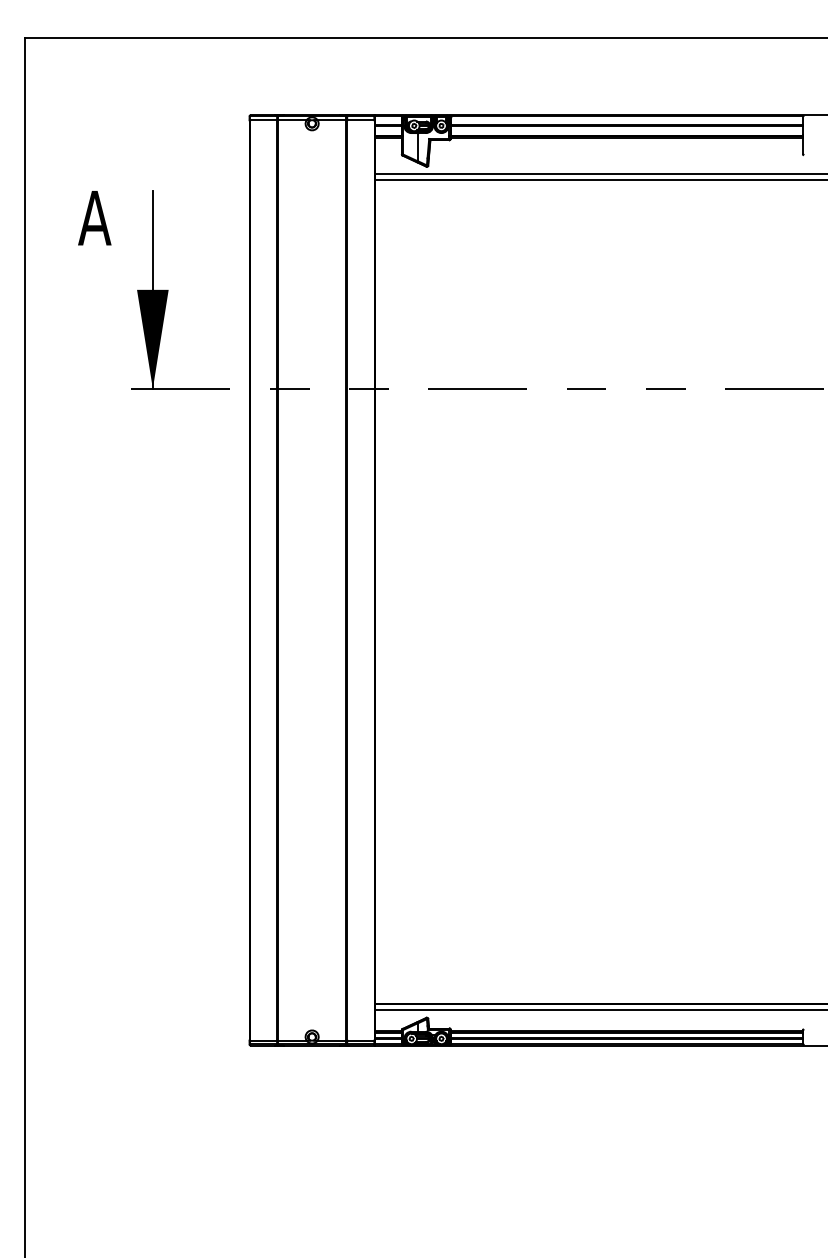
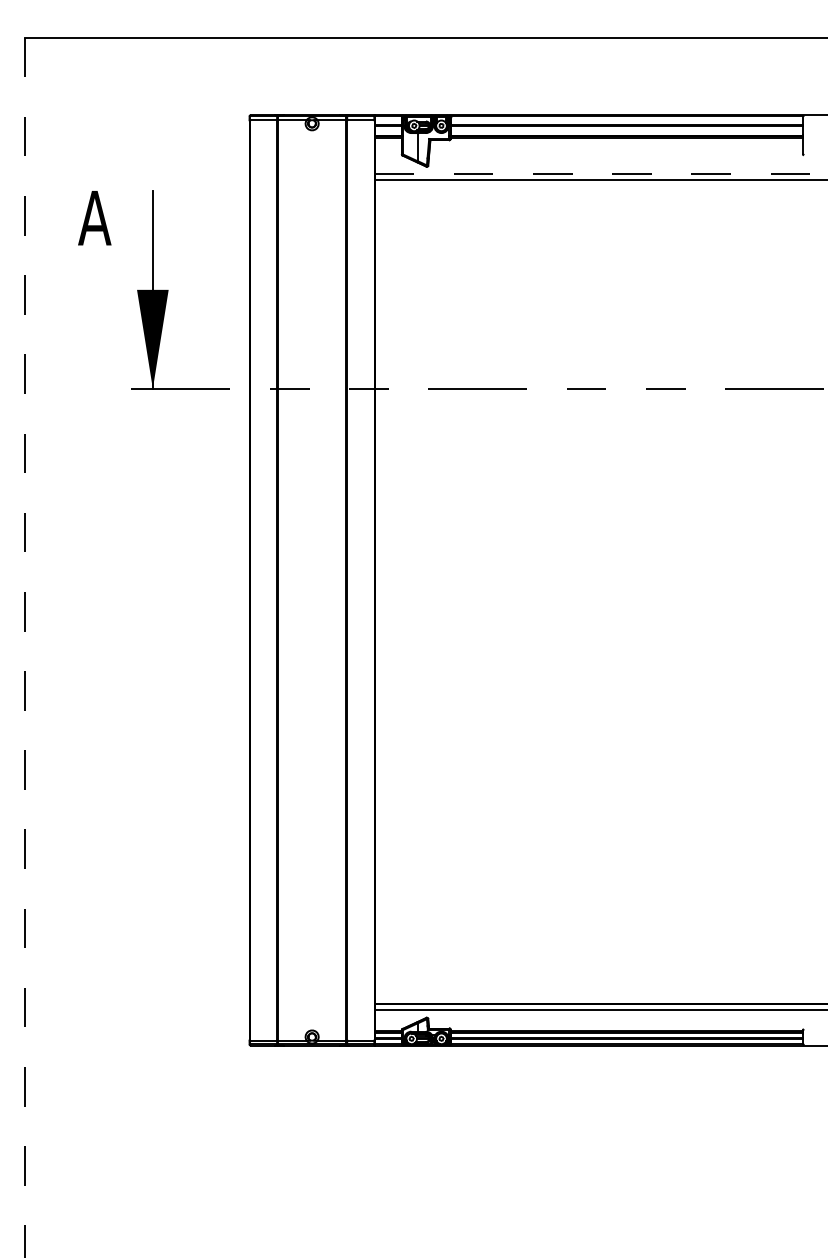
line at (601, 173): solid -> dashed
line at (24, 647): solid -> dashed
